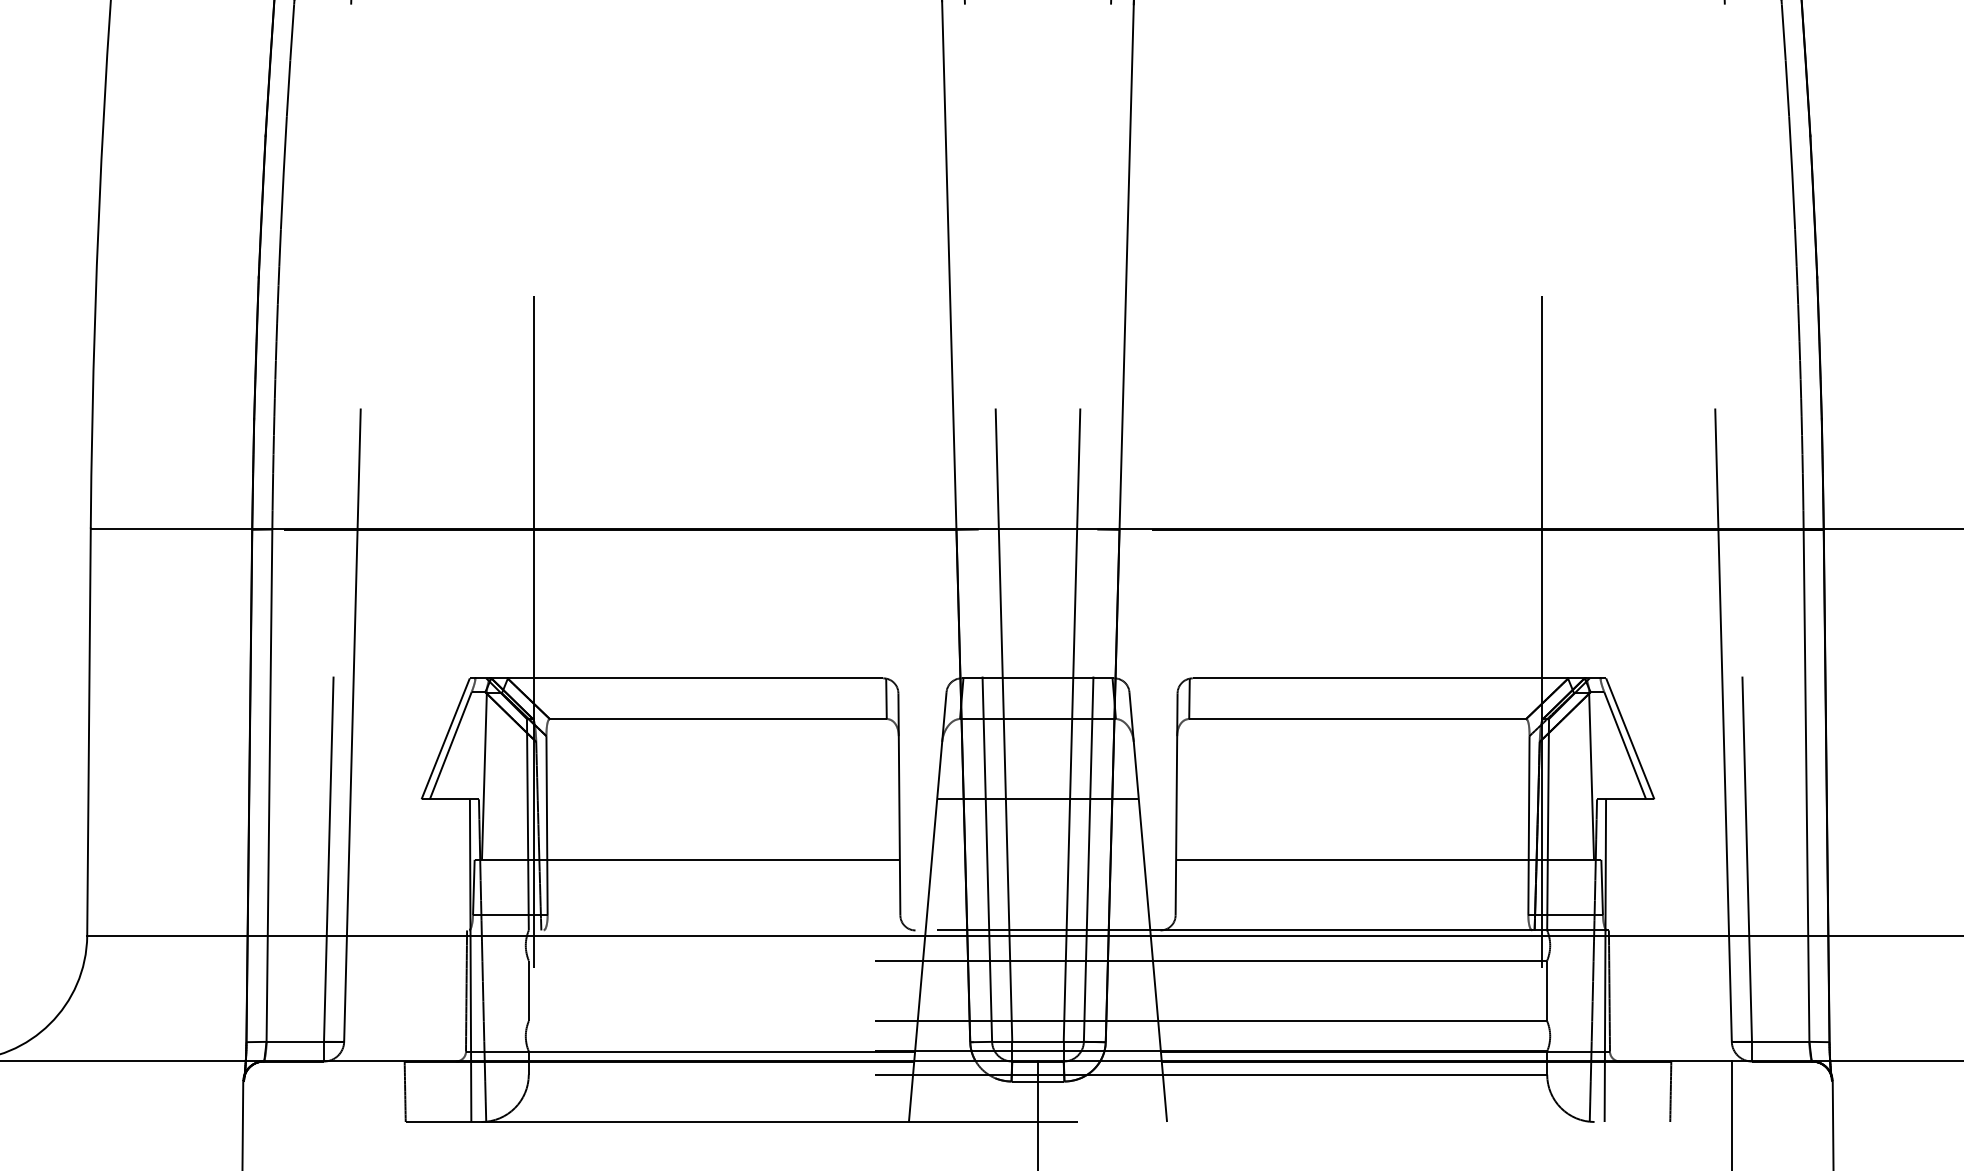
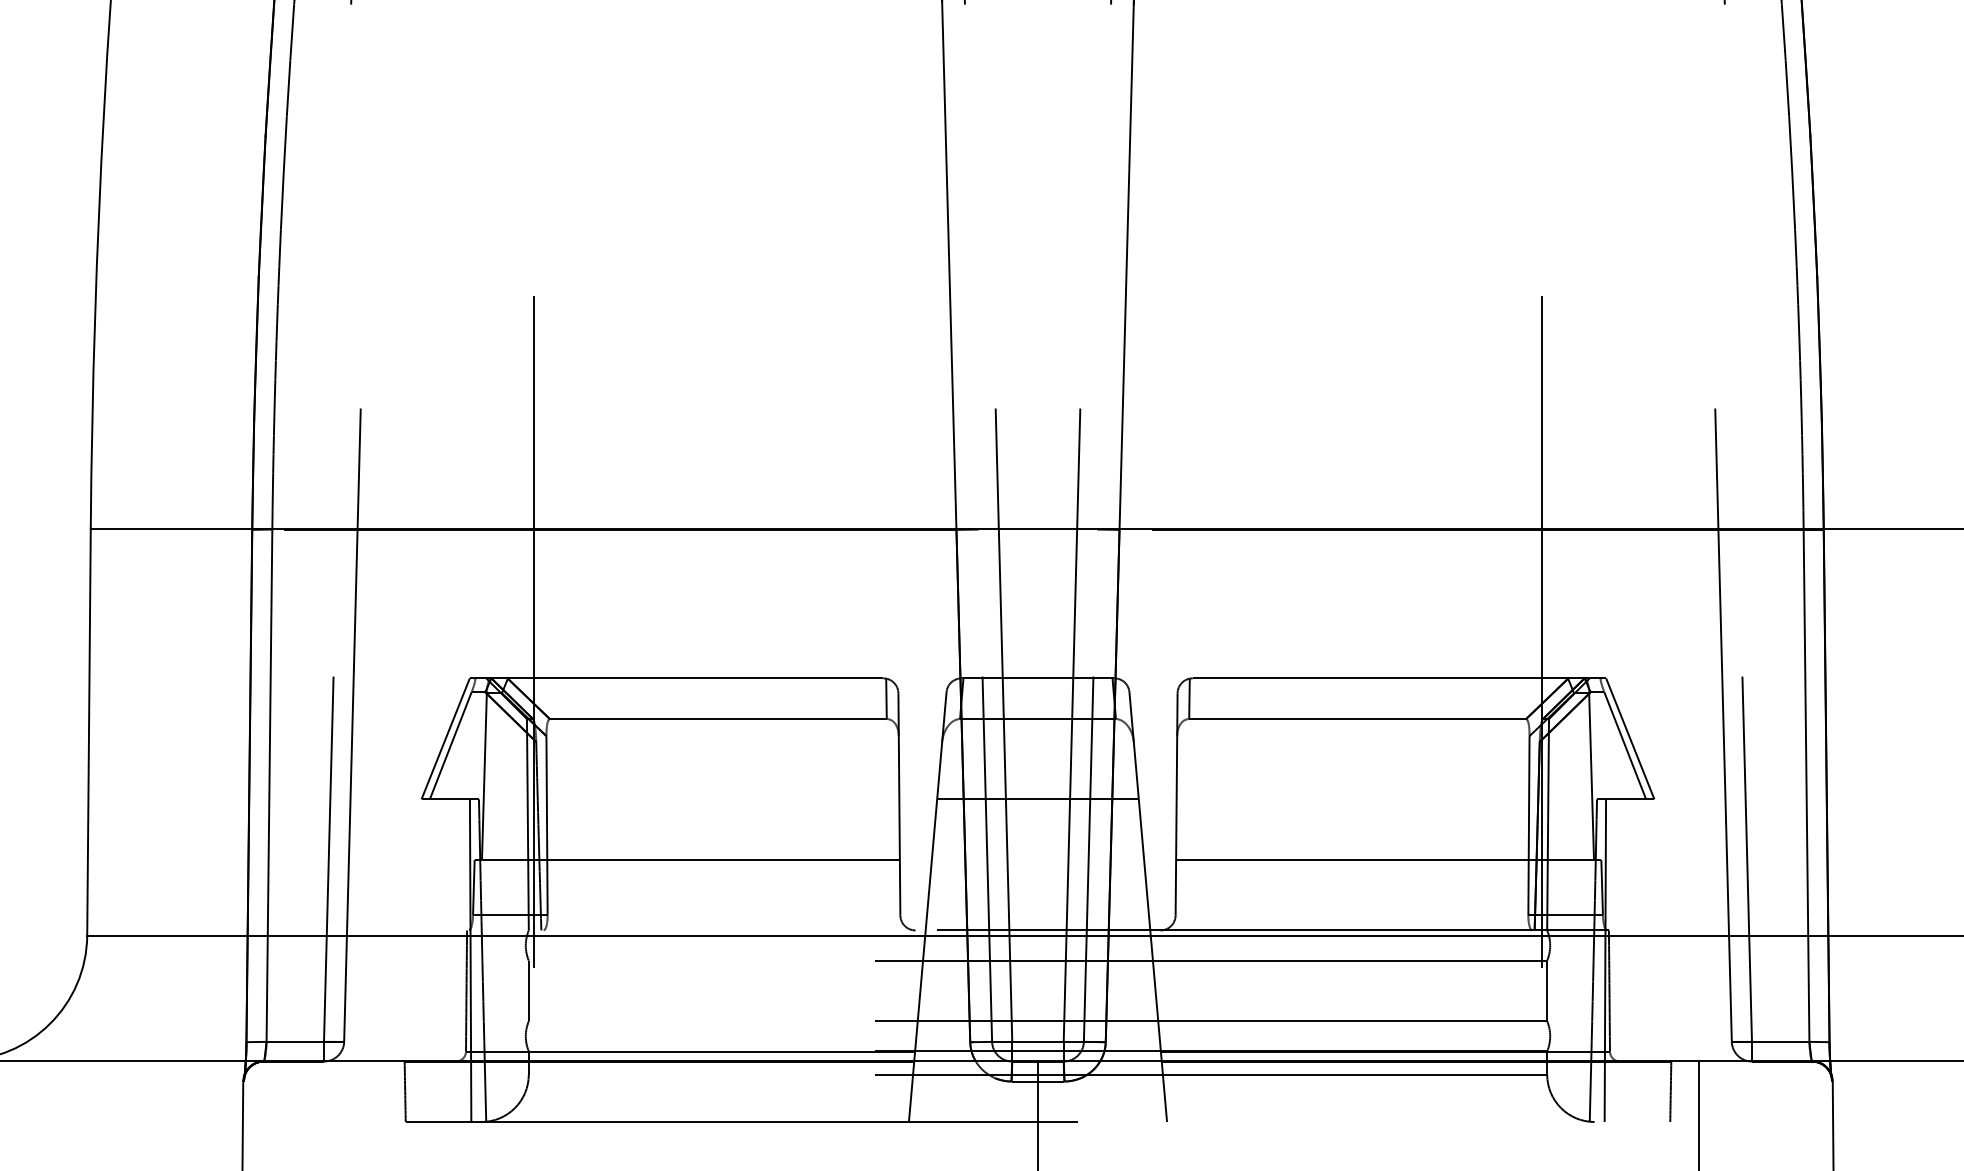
line at (1731, 1113) position: (1731, 1113) -> (1698, 1113)
